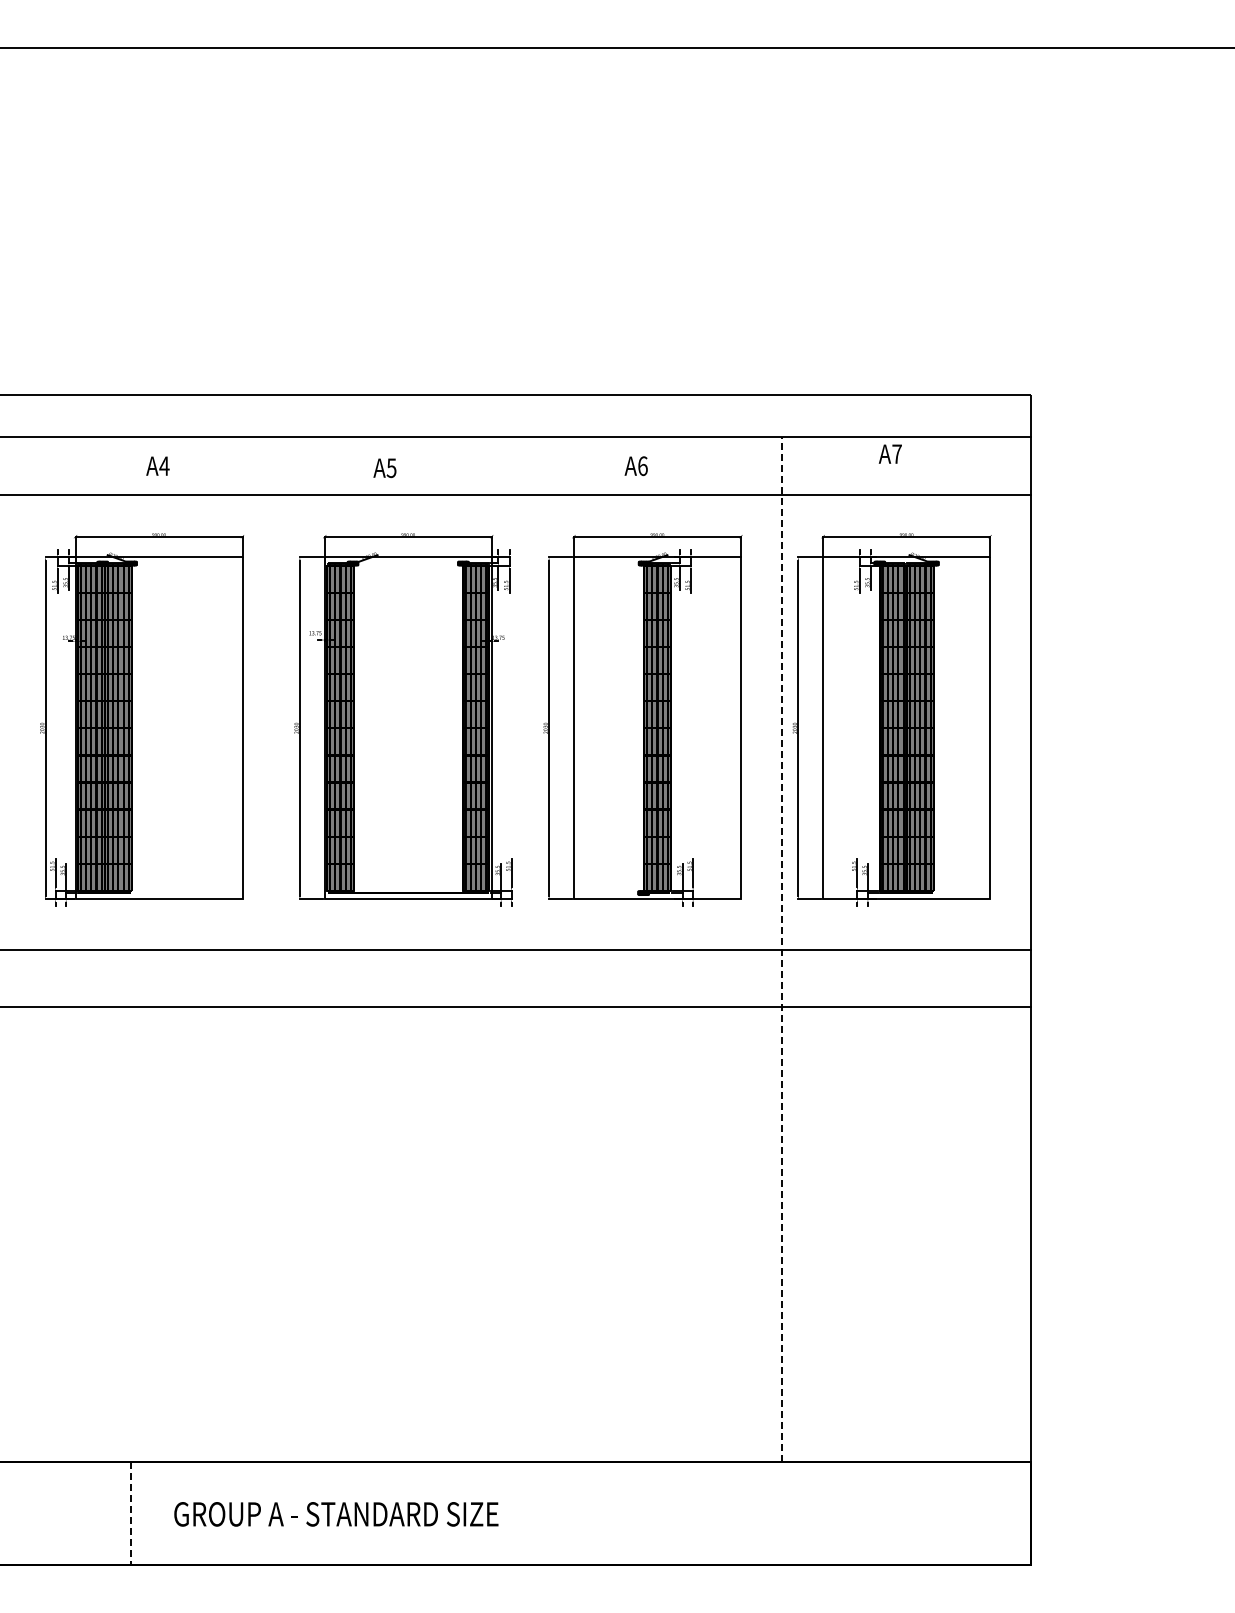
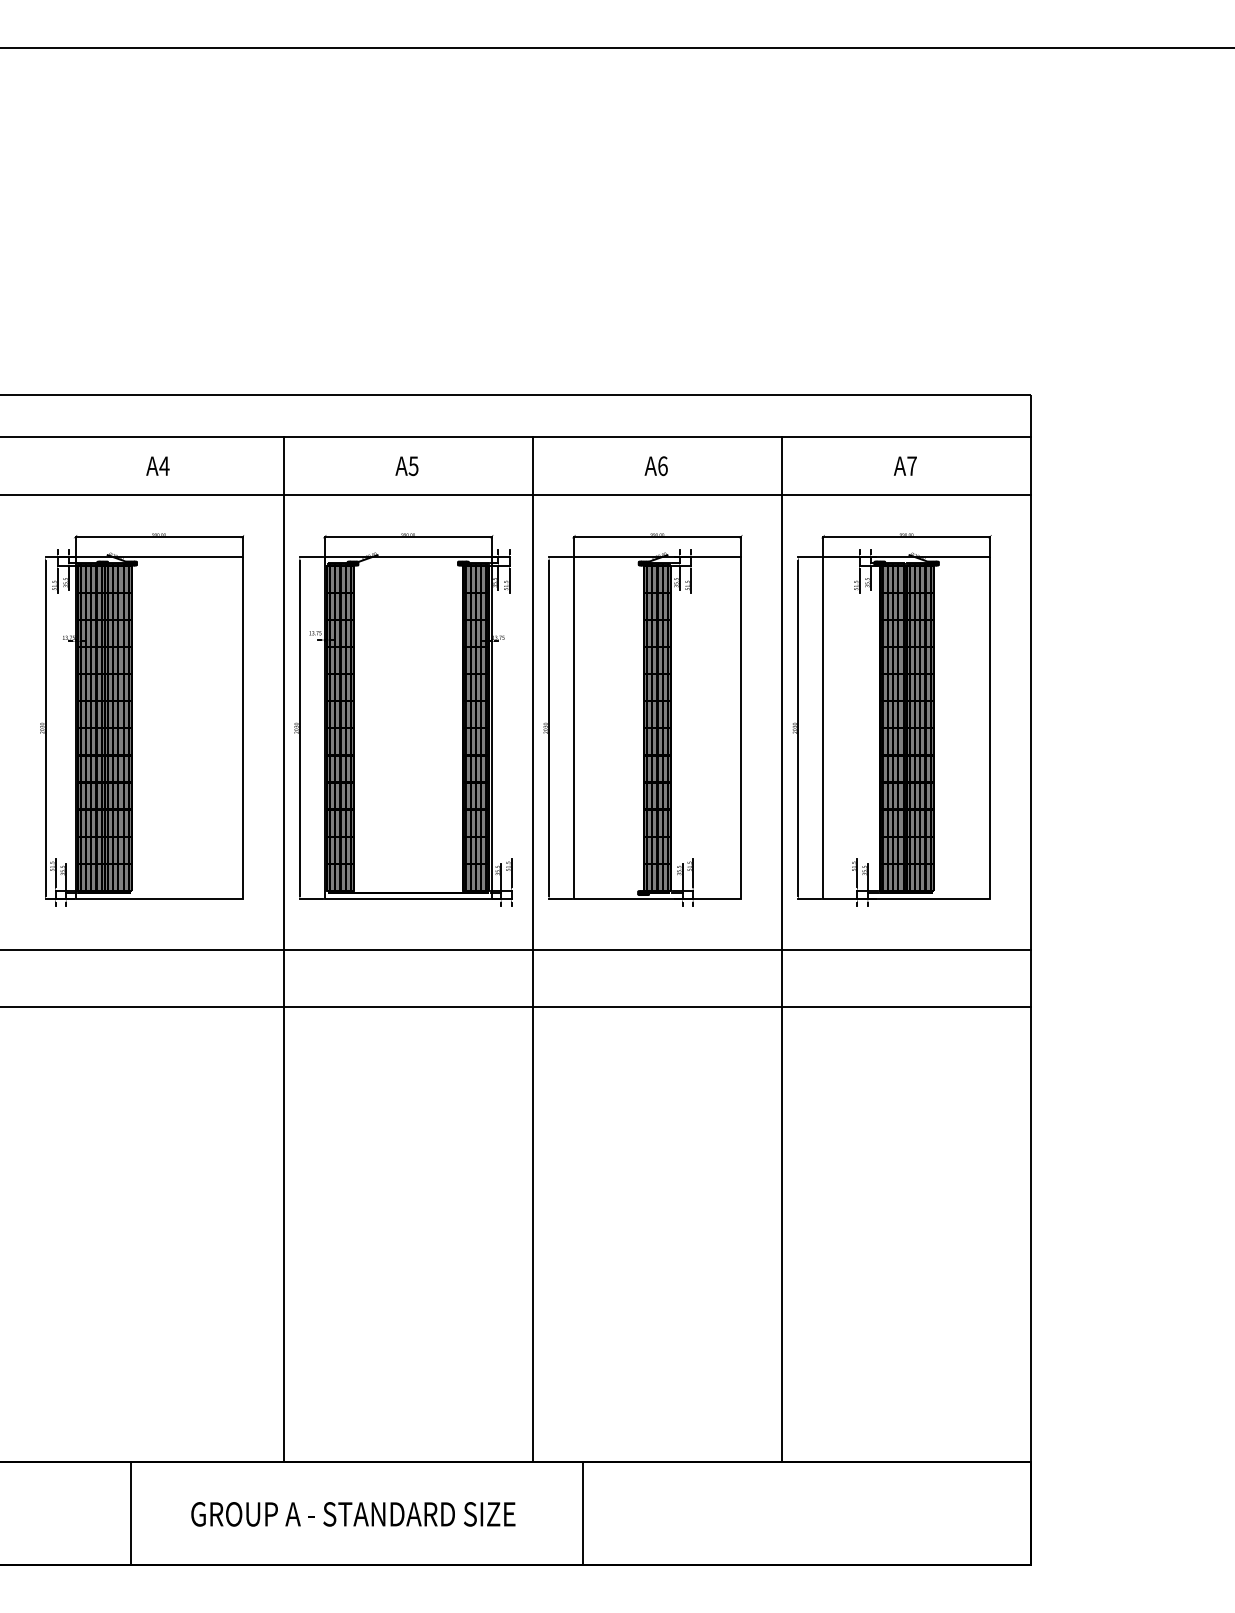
text at (889, 453) position: (889, 453) -> (904, 465)
text at (635, 465) position: (635, 465) -> (655, 465)
text at (384, 468) position: (384, 468) -> (406, 466)
line at (283, 949): none -> present
line at (532, 949): none -> present
line at (782, 949): dashed -> solid
line at (582, 1512): none -> present
line at (130, 1513): dashed -> solid
text at (336, 1514) position: (336, 1514) -> (353, 1514)
